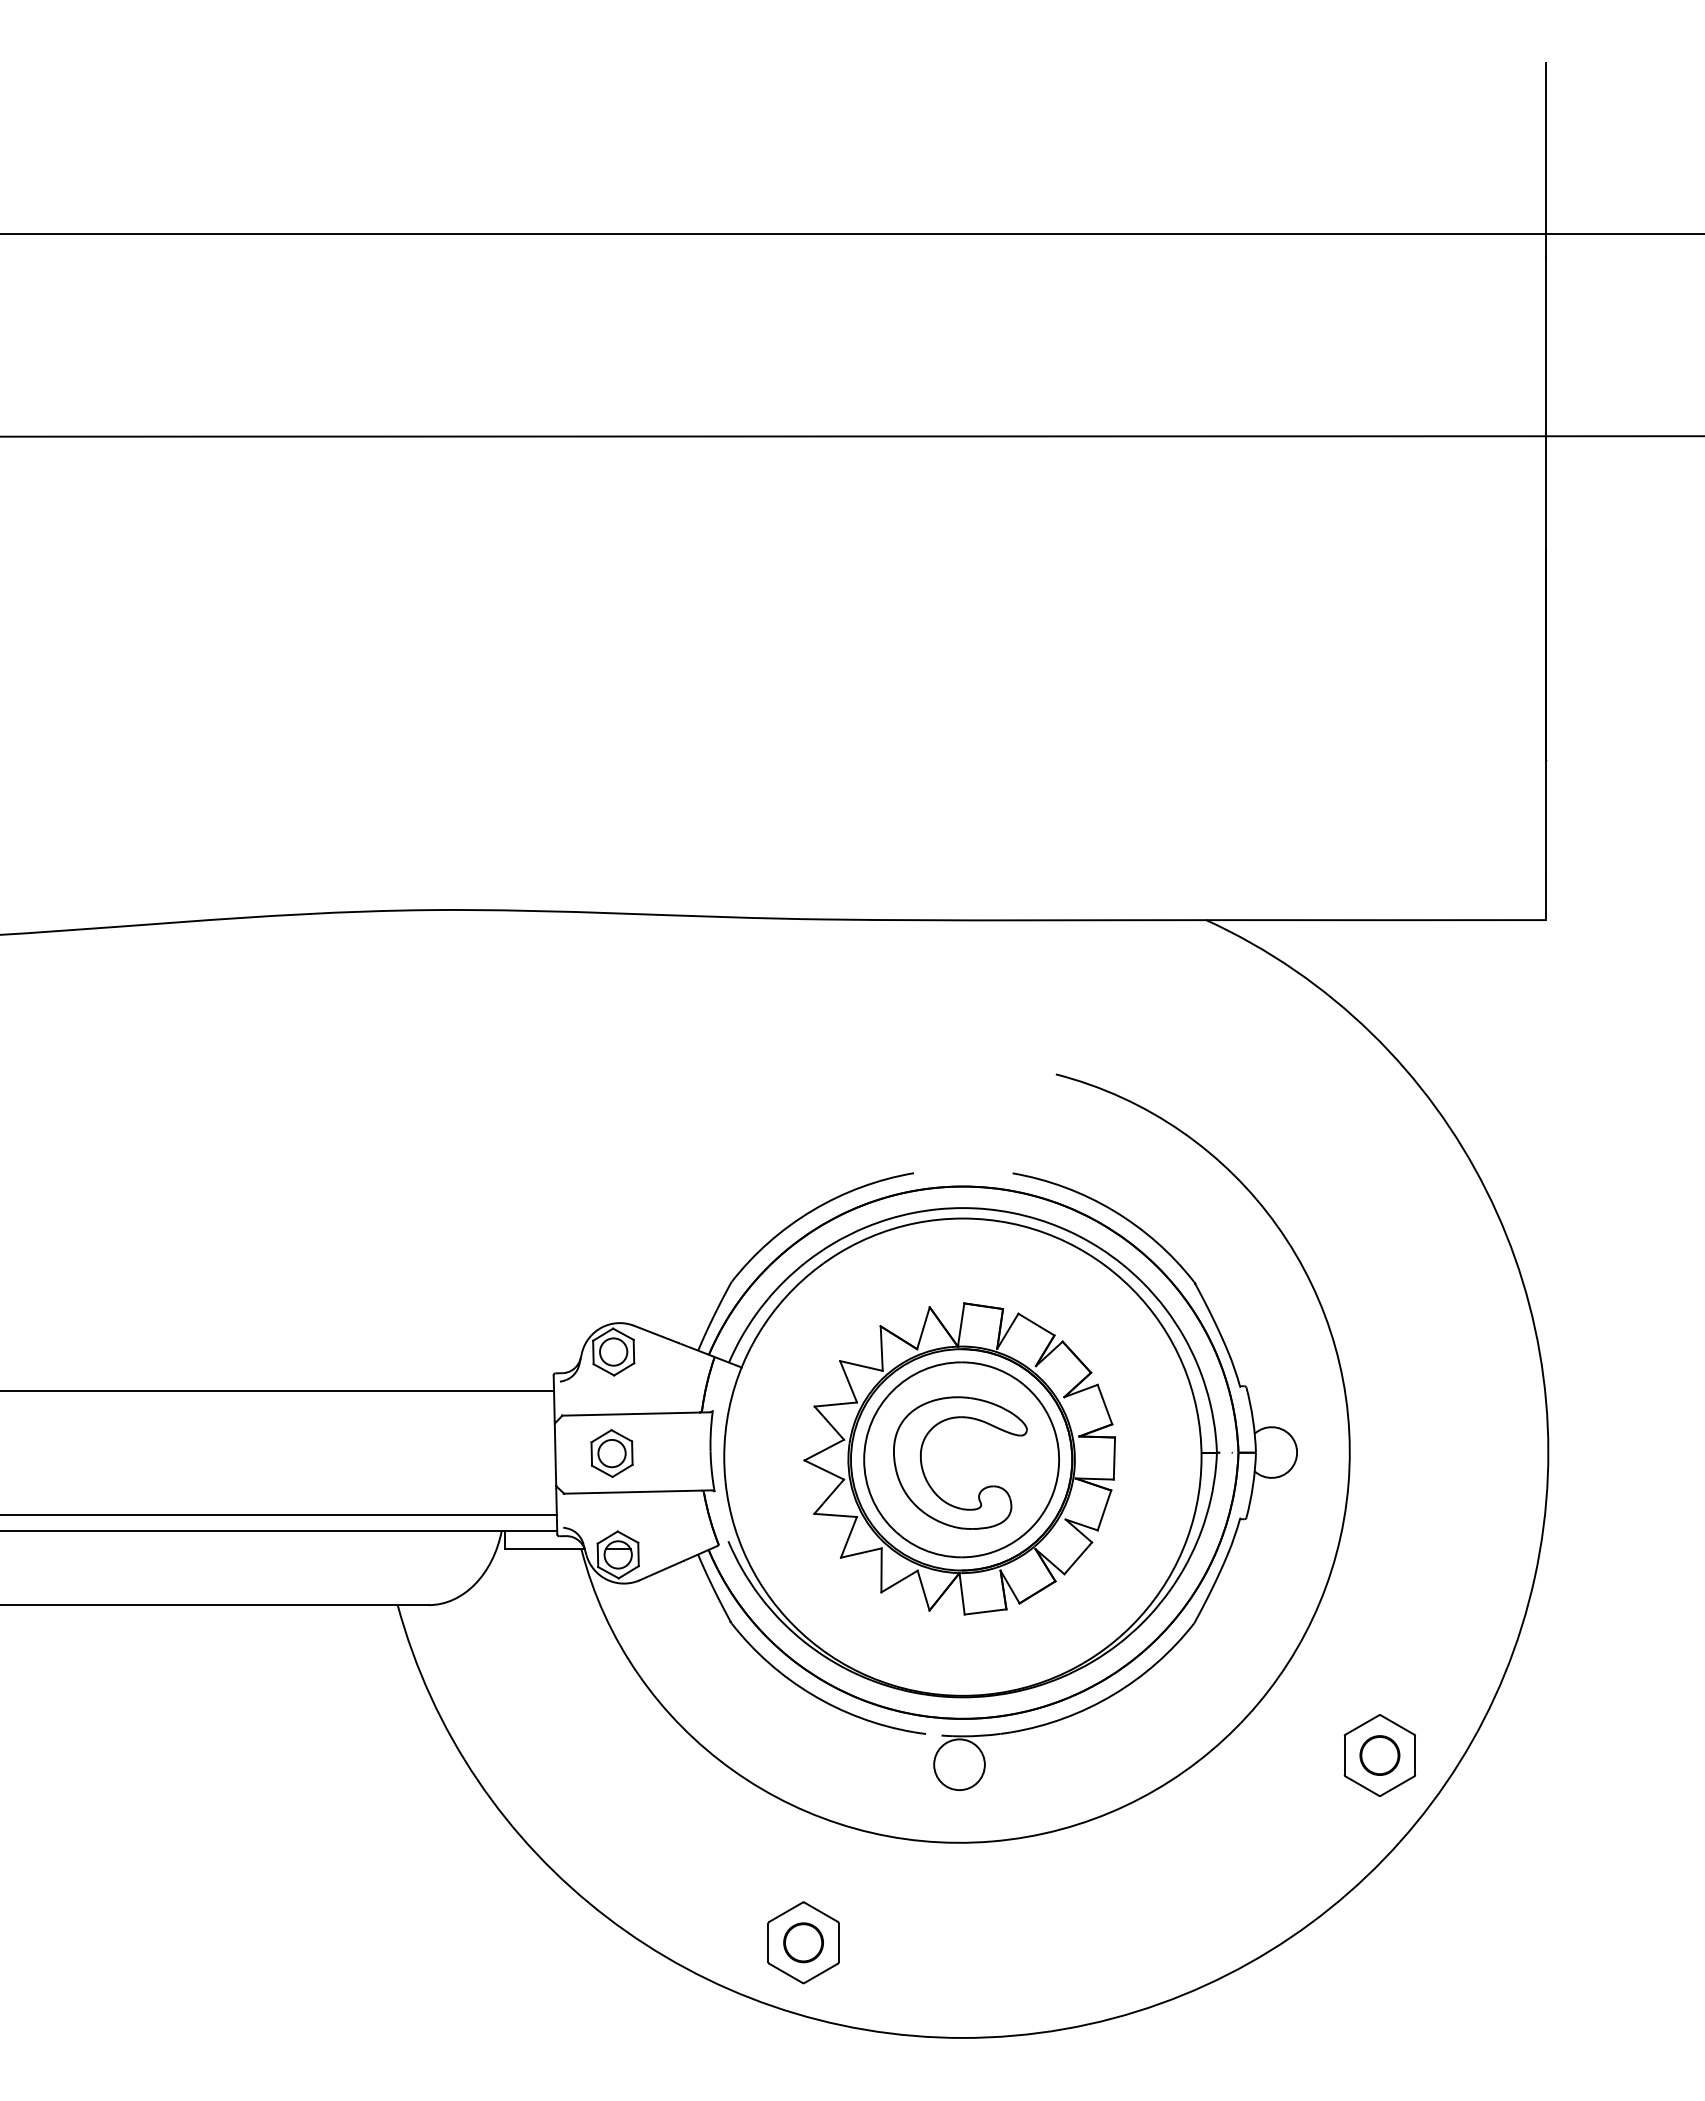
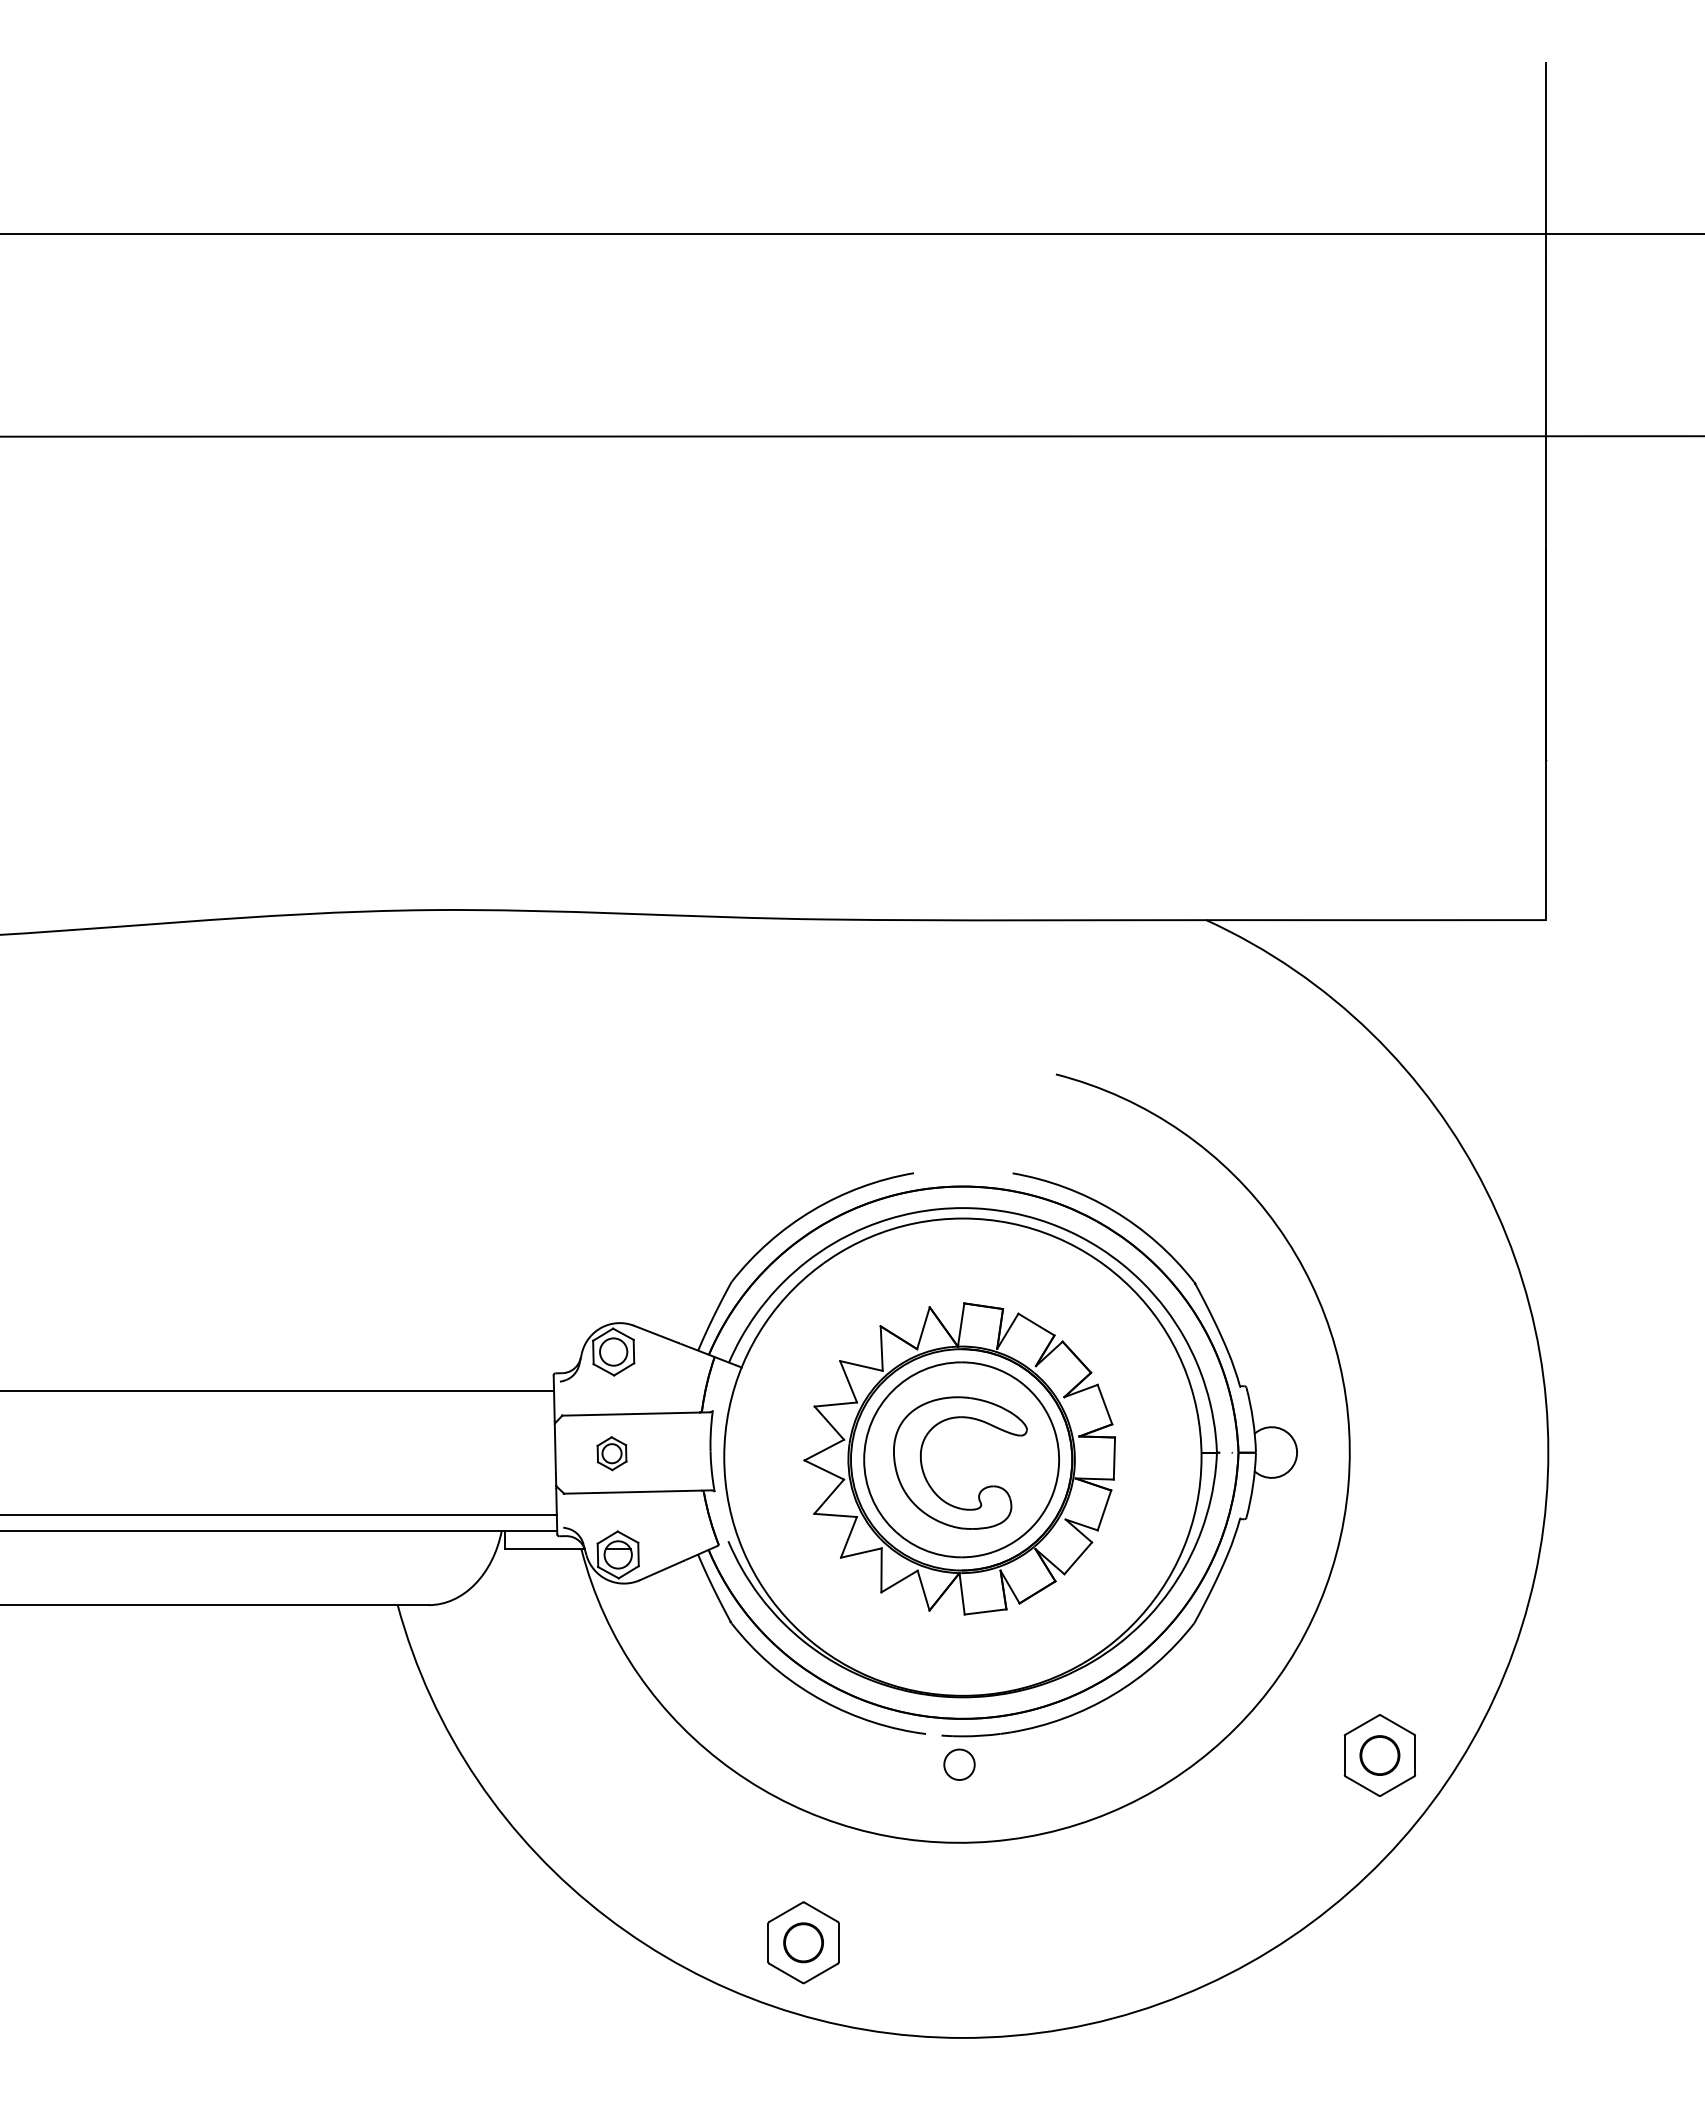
part at (611, 1453) size: 44x50 px -> 32x36 px
circle at (959, 1764) diameter: 51 px -> 30 px
